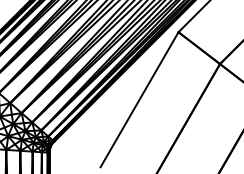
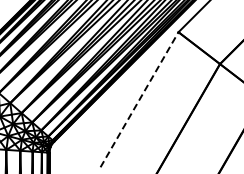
line at (139, 99): solid -> dashed
